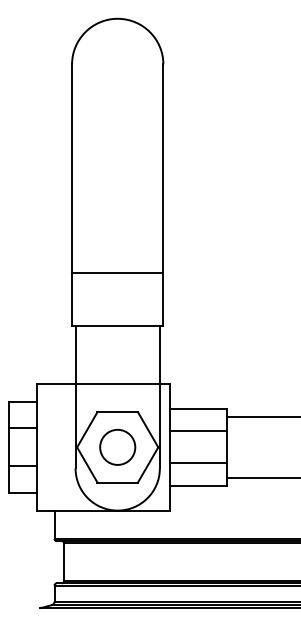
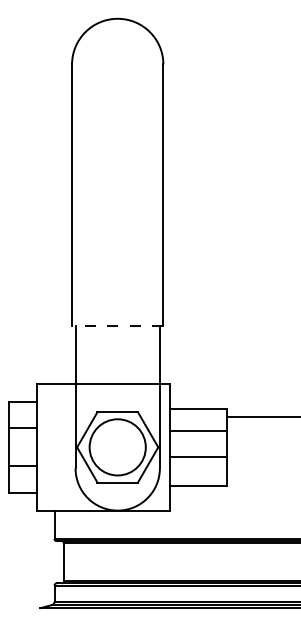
line at (117, 272): present -> none
line at (117, 326): solid -> dashed
circle at (117, 446) diameter: 35 px -> 56 px
line at (198, 463) position: (198, 463) -> (198, 457)
line at (261, 477): present -> none
